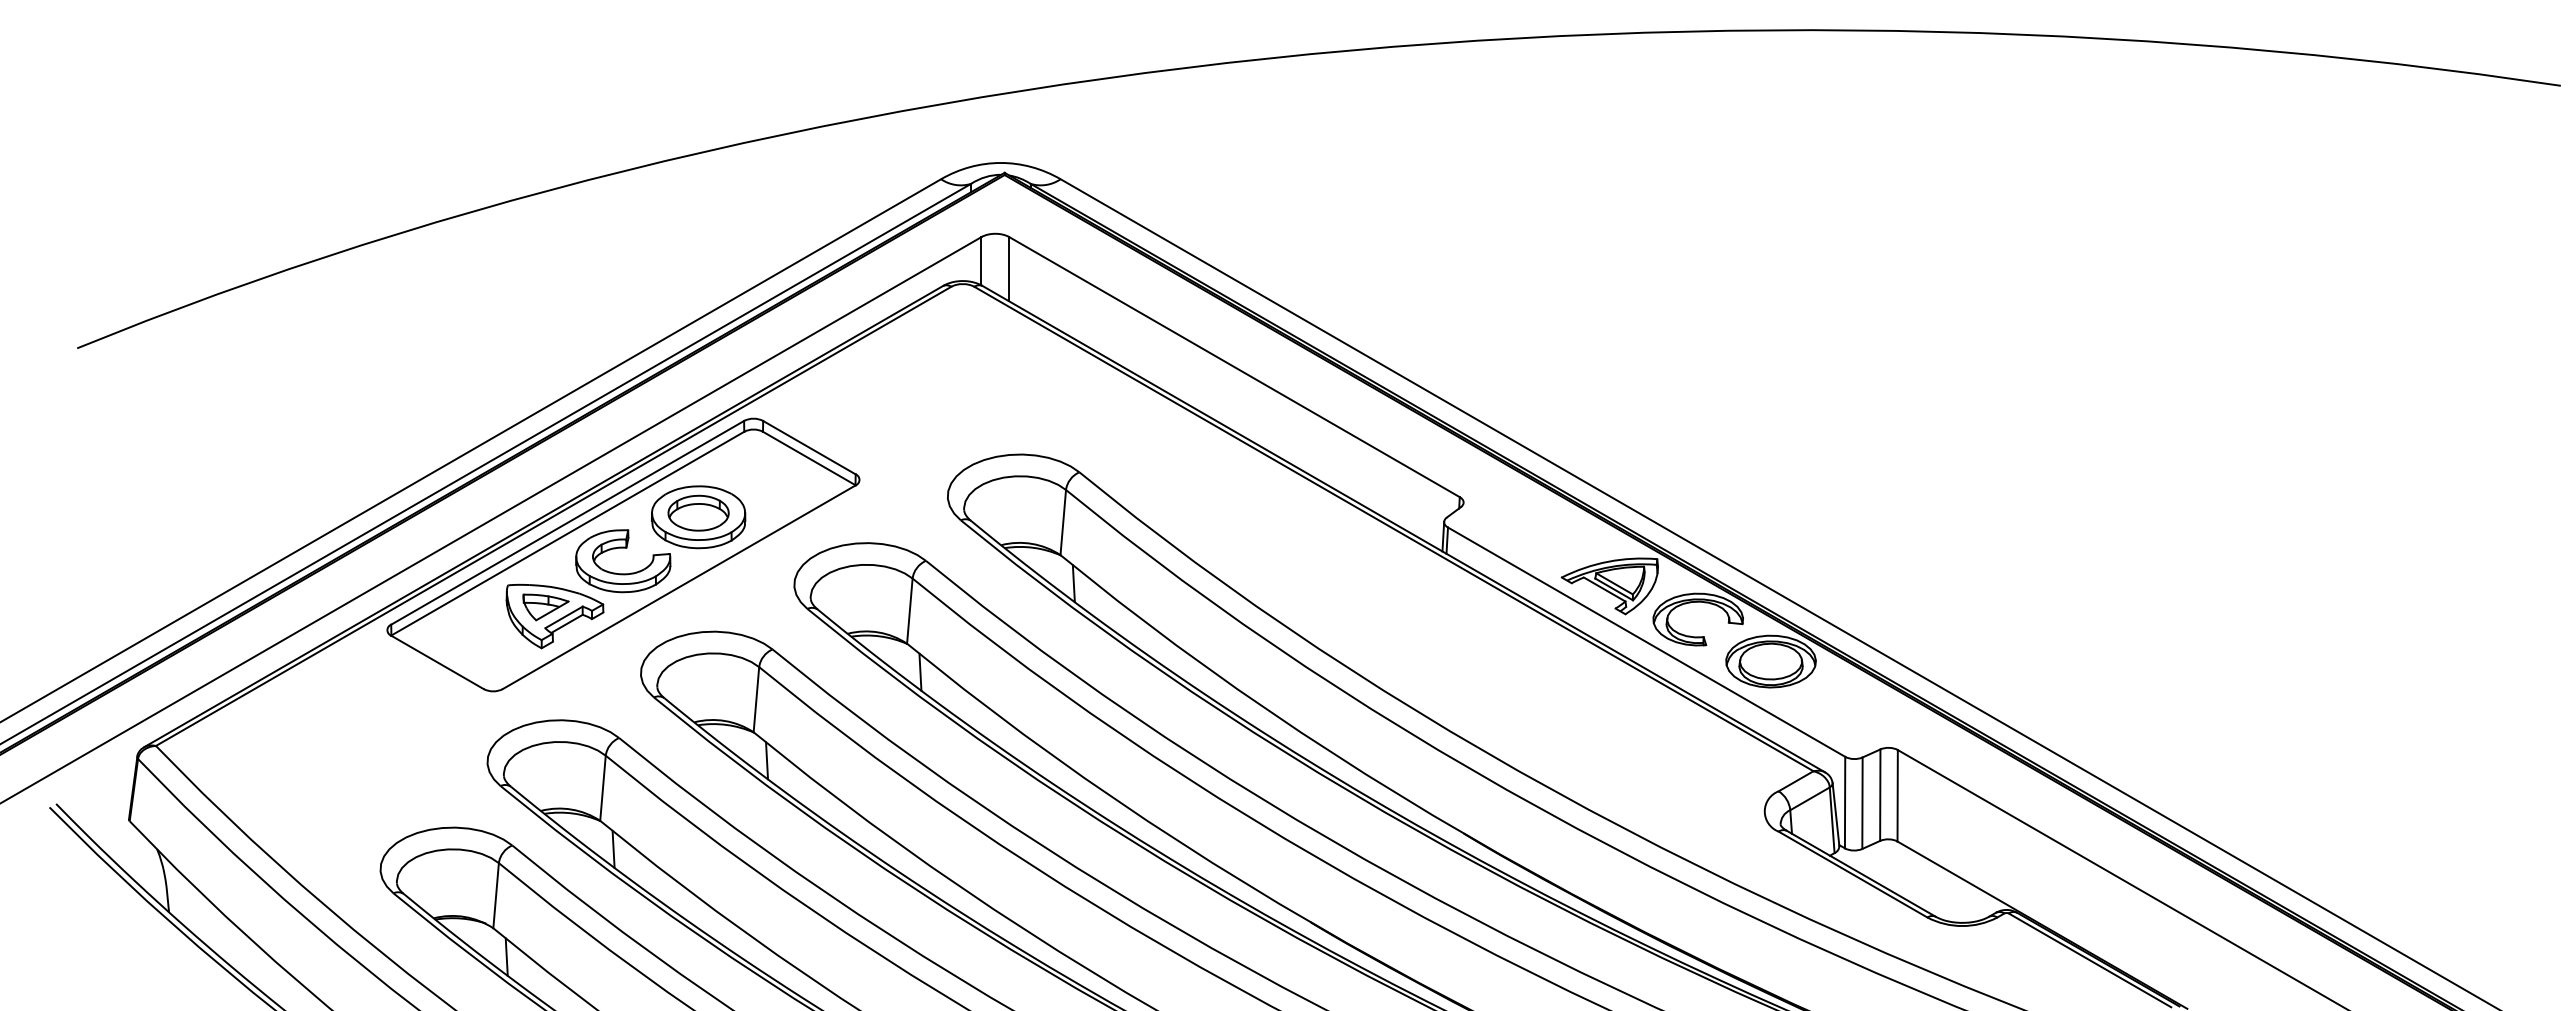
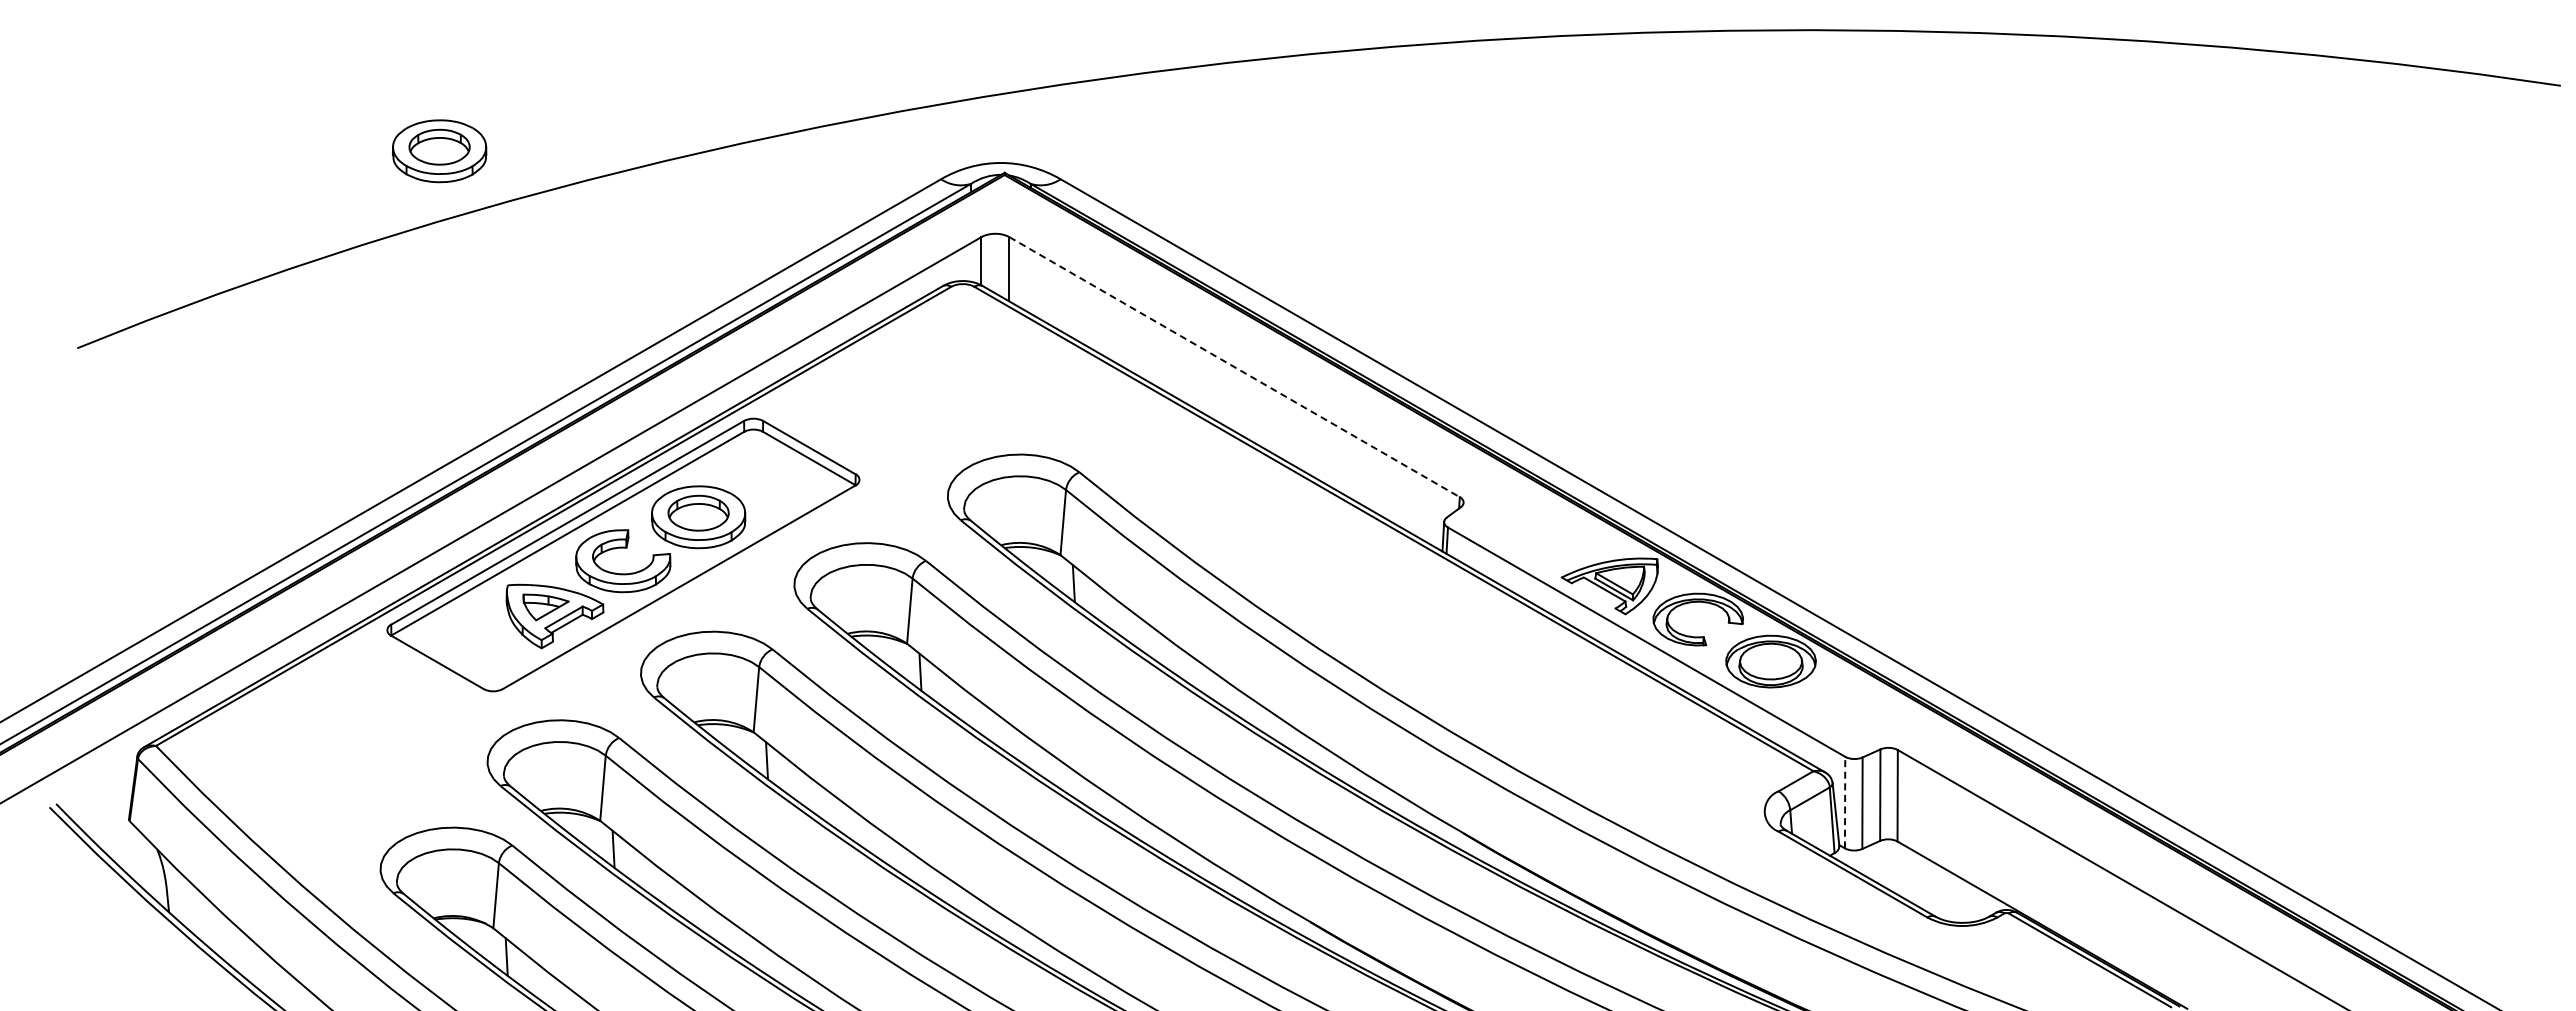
part at (439, 151): none -> present
line at (1235, 367): solid -> dashed
line at (1845, 802): solid -> dashed
